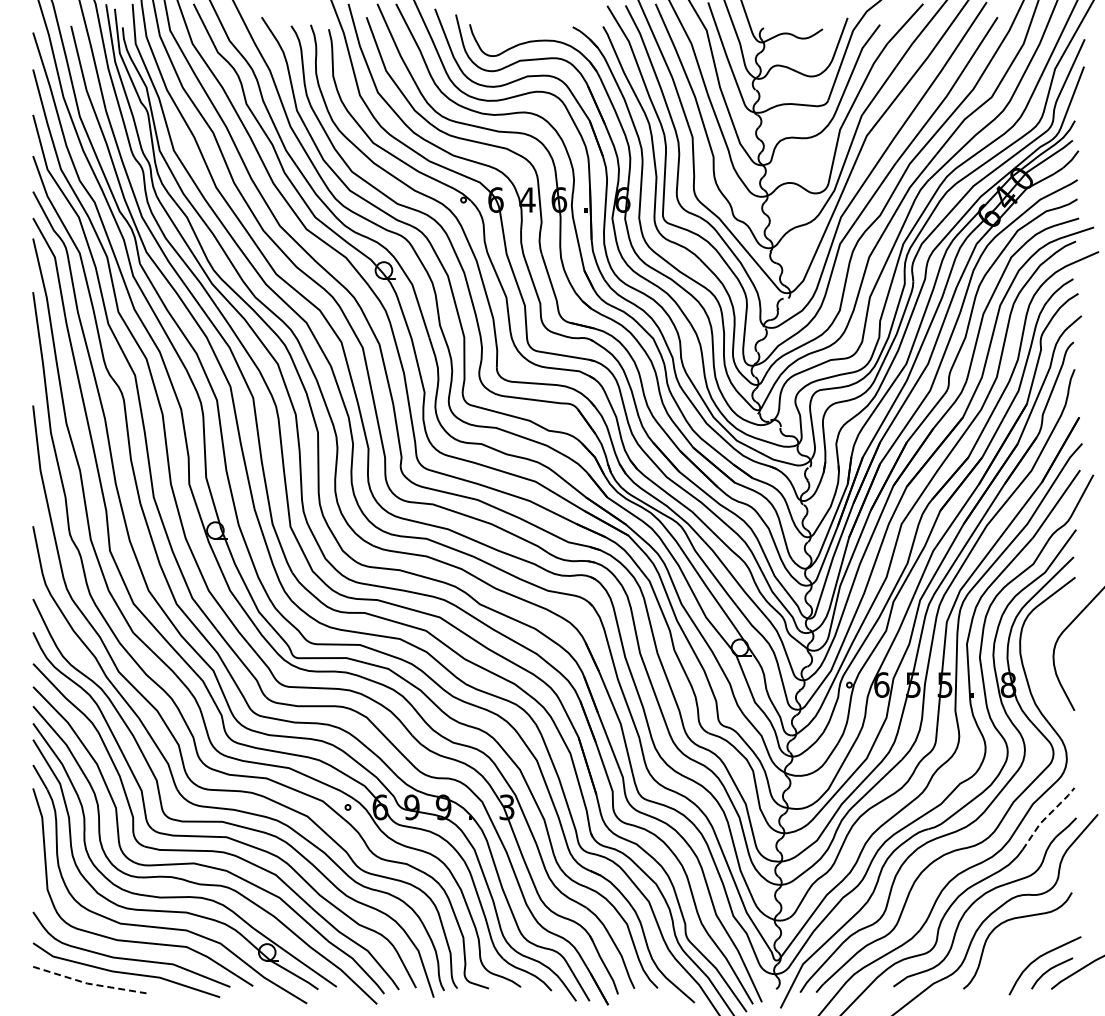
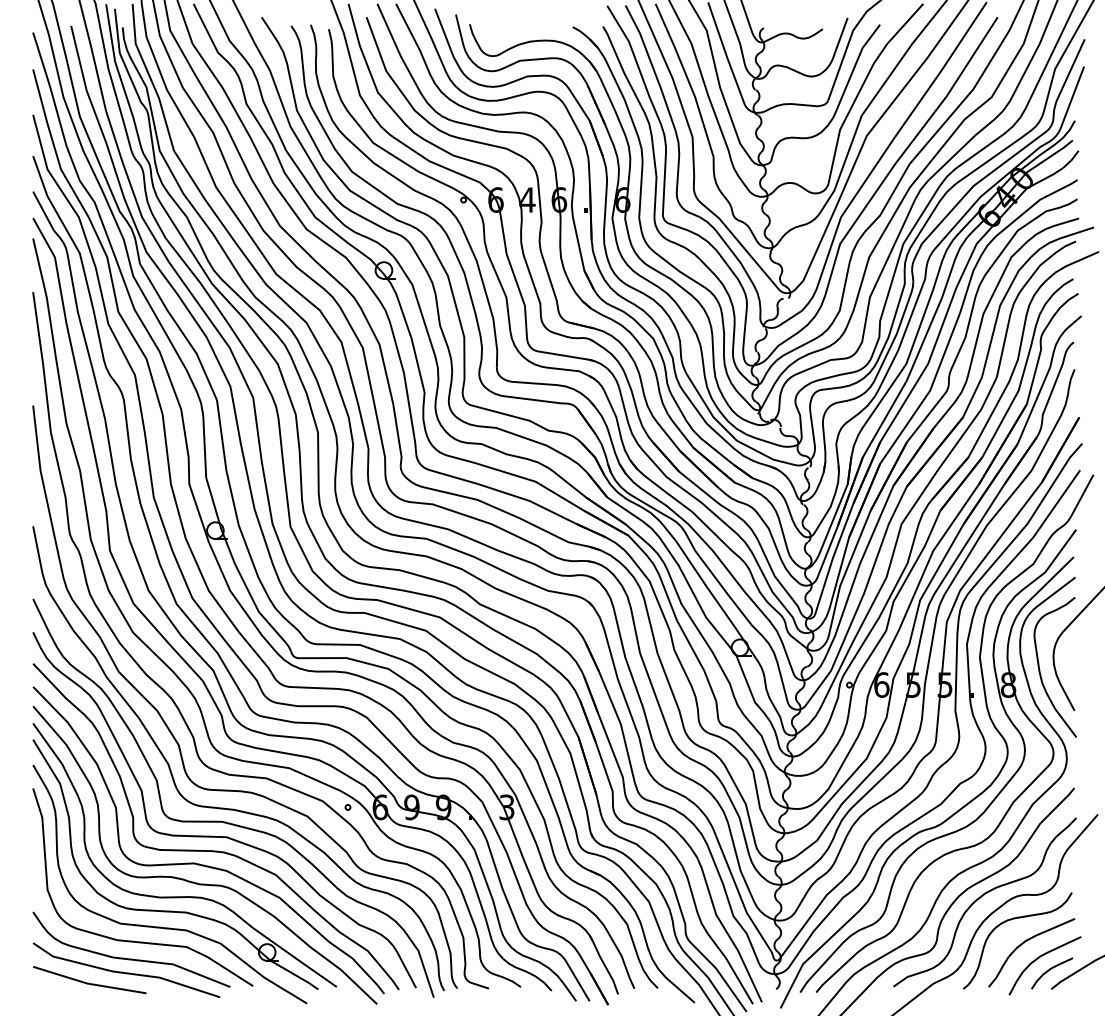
curve at (1040, 669): none -> present
line at (1047, 816): dashed -> solid
part at (1024, 943): none -> present
line at (89, 983): dashed -> solid
